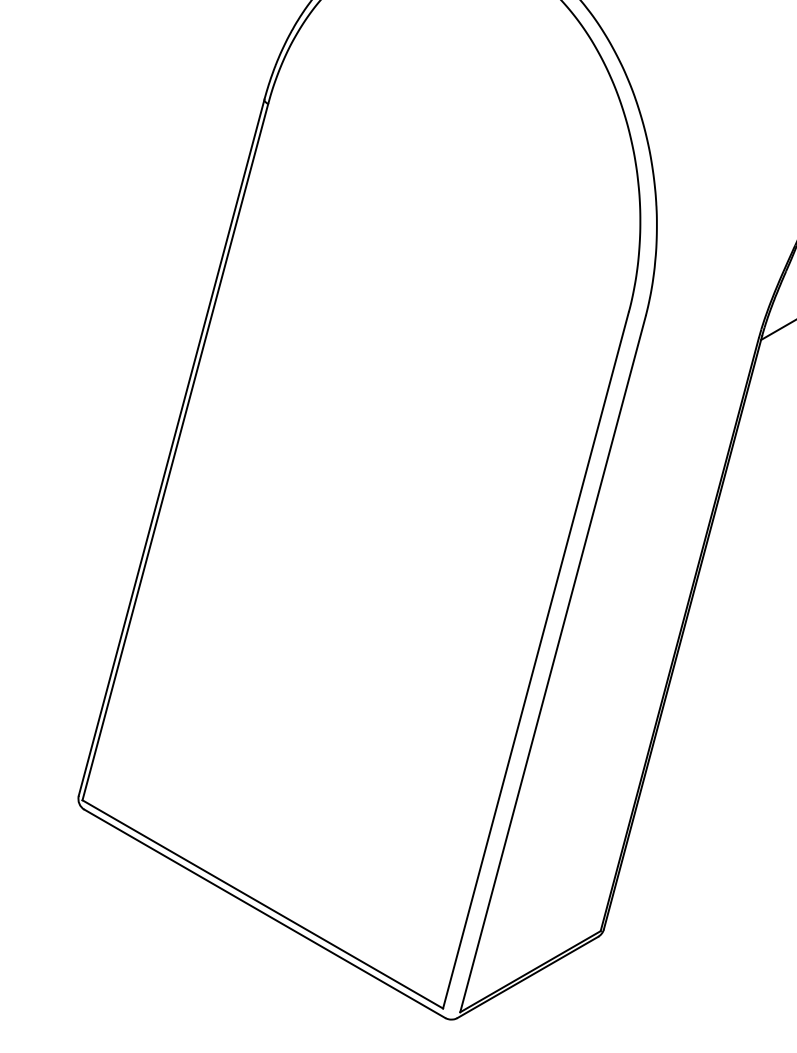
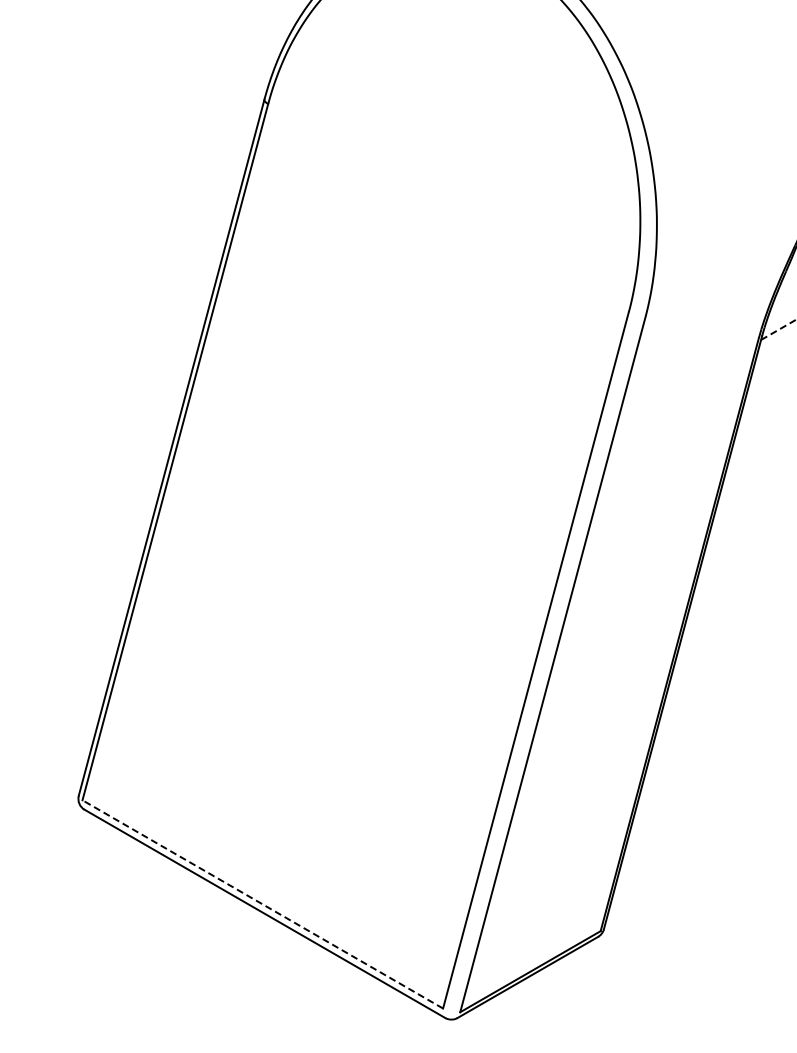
line at (779, 329): solid -> dashed
line at (262, 904): solid -> dashed
